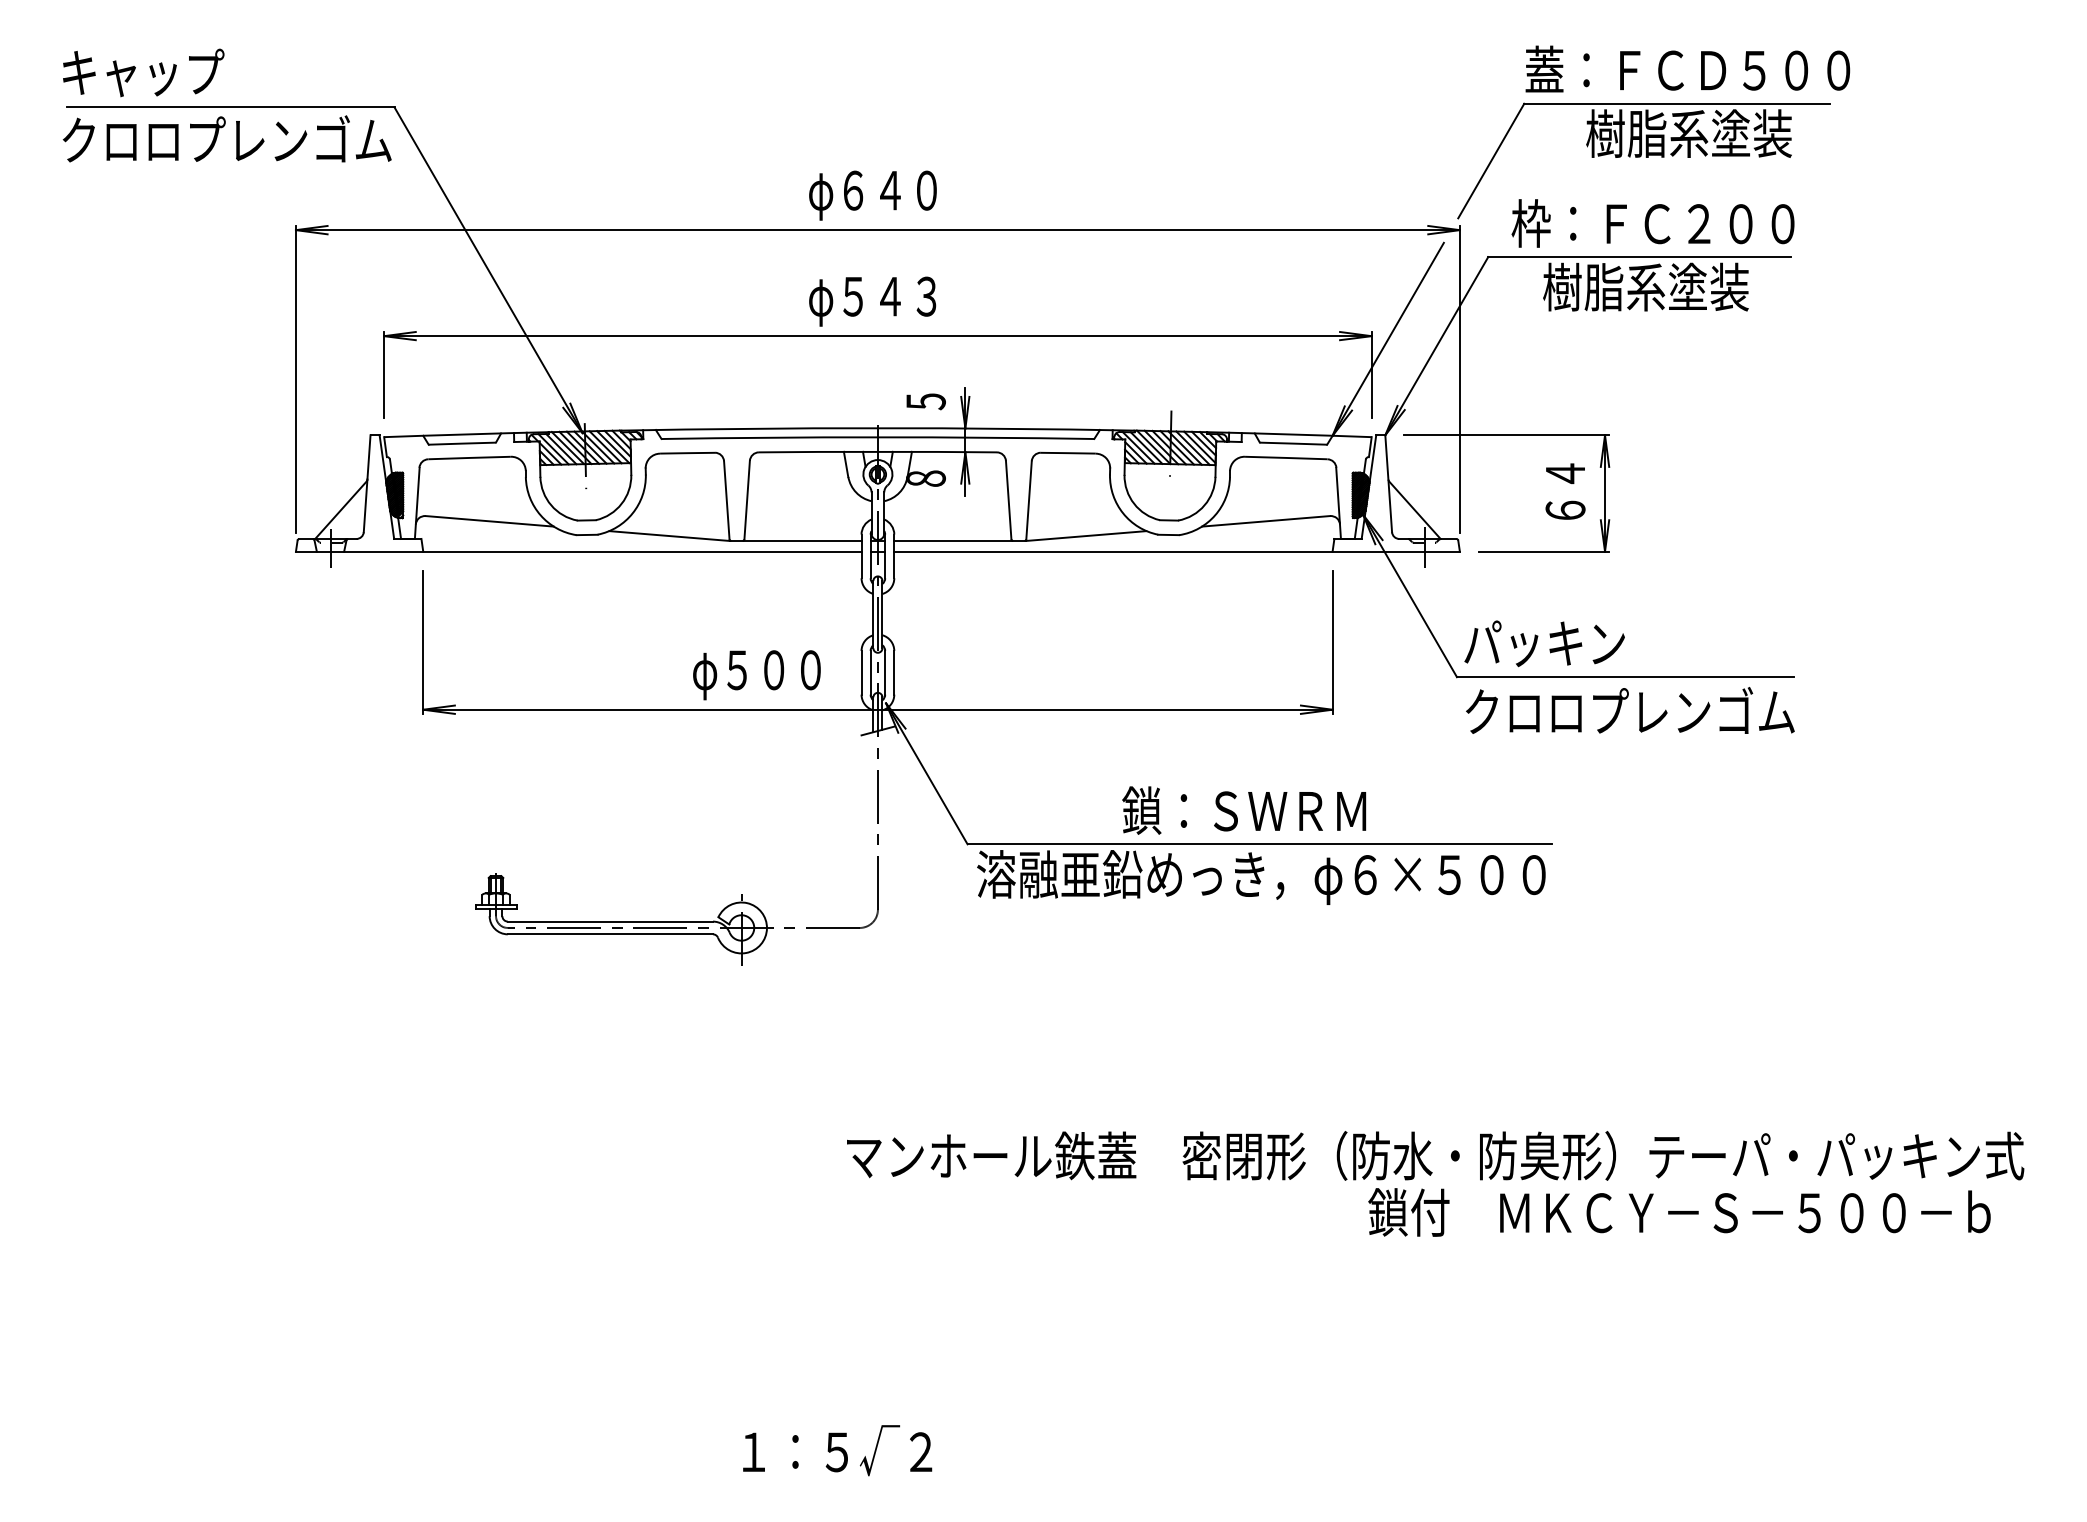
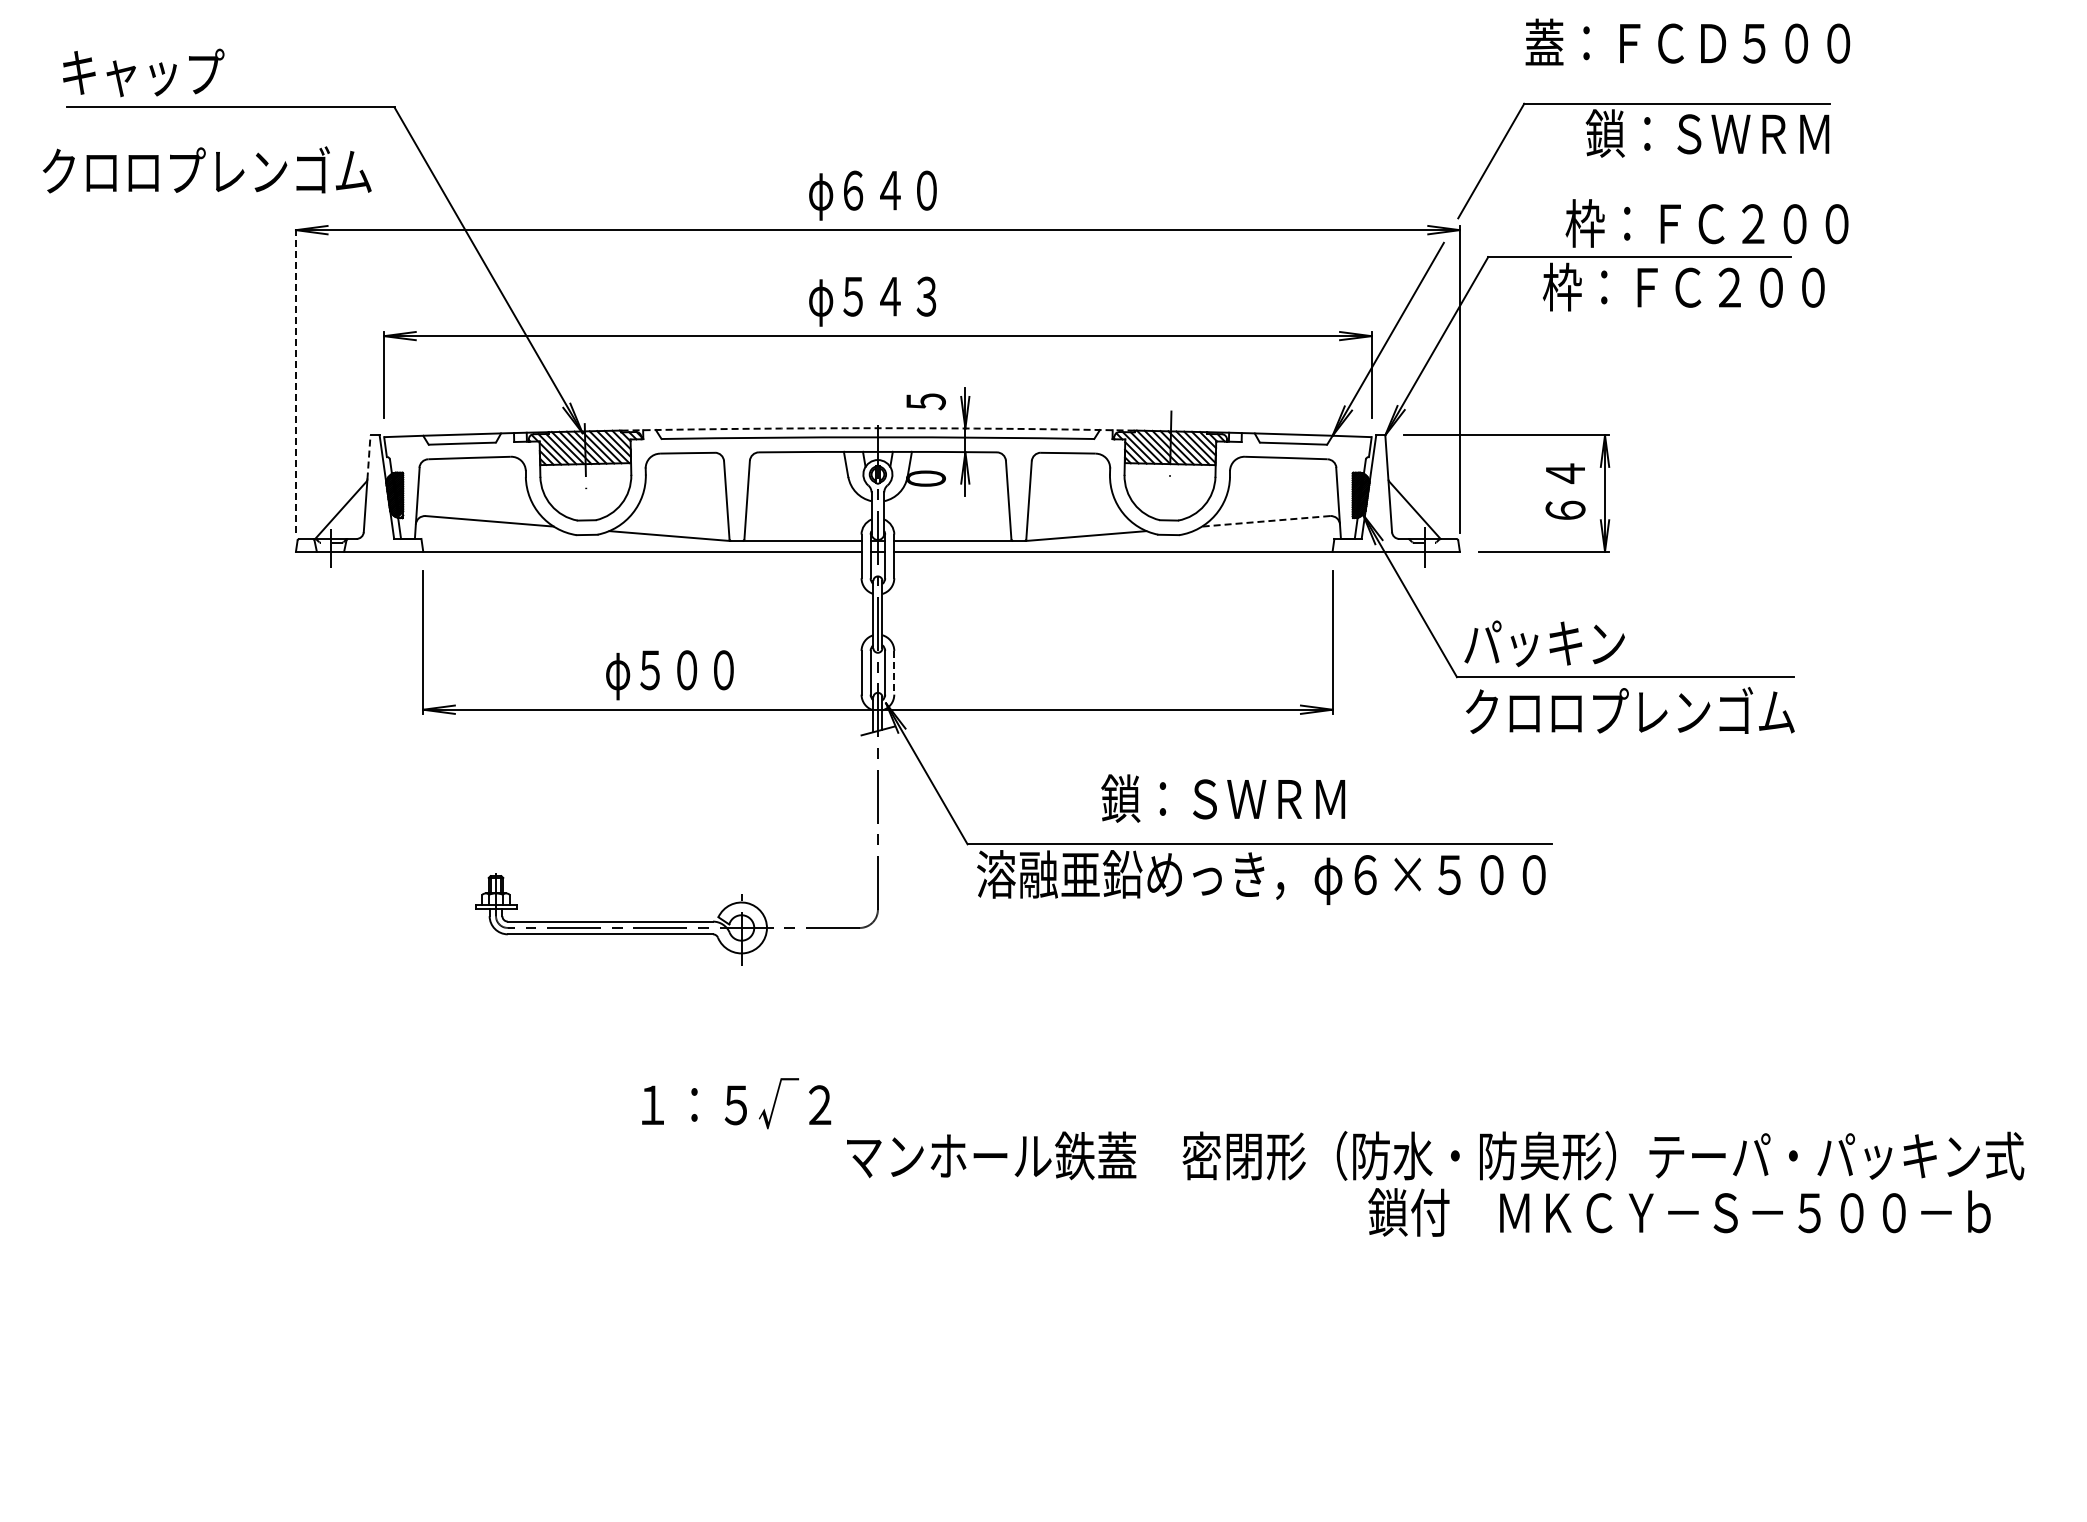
text at (1687, 68) position: (1687, 68) -> (1687, 41)
text at (1707, 133): 樹脂系塗装 -> 鎖：ＳＷＲＭ
text at (226, 138) position: (226, 138) -> (206, 169)
text at (1652, 223) position: (1652, 223) -> (1706, 223)
text at (1683, 286): 樹脂系塗装 -> 枠：ＦＣ２００
line at (295, 378): solid -> dashed
arc at (877, 428): solid -> dashed
line at (369, 456): solid -> dashed
text at (927, 478): 8 -> 0
line at (1265, 521): solid -> dashed
line at (894, 672): solid -> dashed
text at (756, 675) position: (756, 675) -> (669, 675)
text at (1244, 810) position: (1244, 810) -> (1223, 798)
text at (837, 1450) position: (837, 1450) -> (736, 1103)
